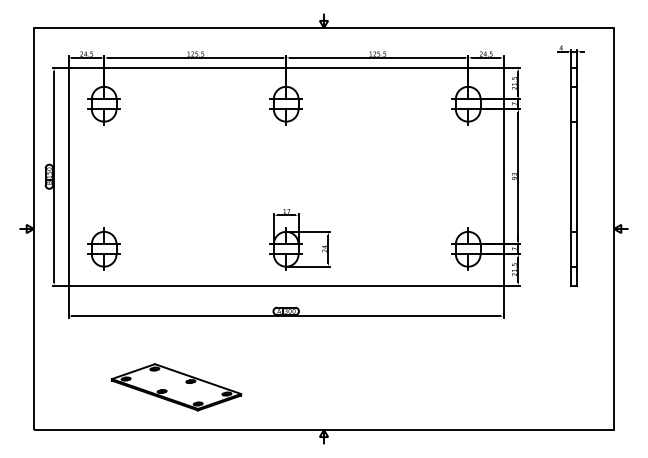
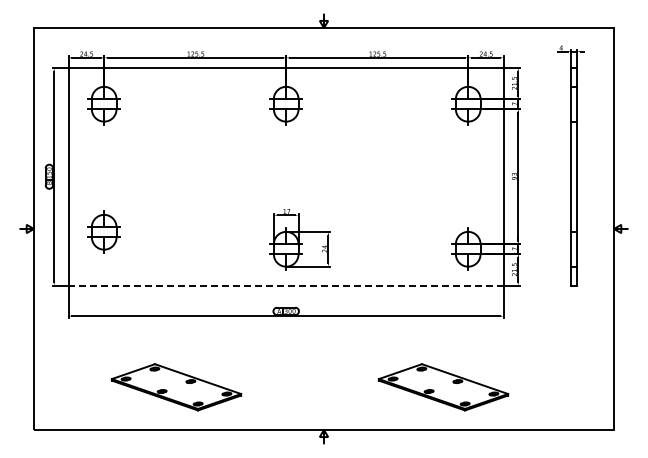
part at (103, 248) position: (103, 248) -> (103, 231)
line at (286, 285): solid -> dashed
part at (443, 387): none -> present
